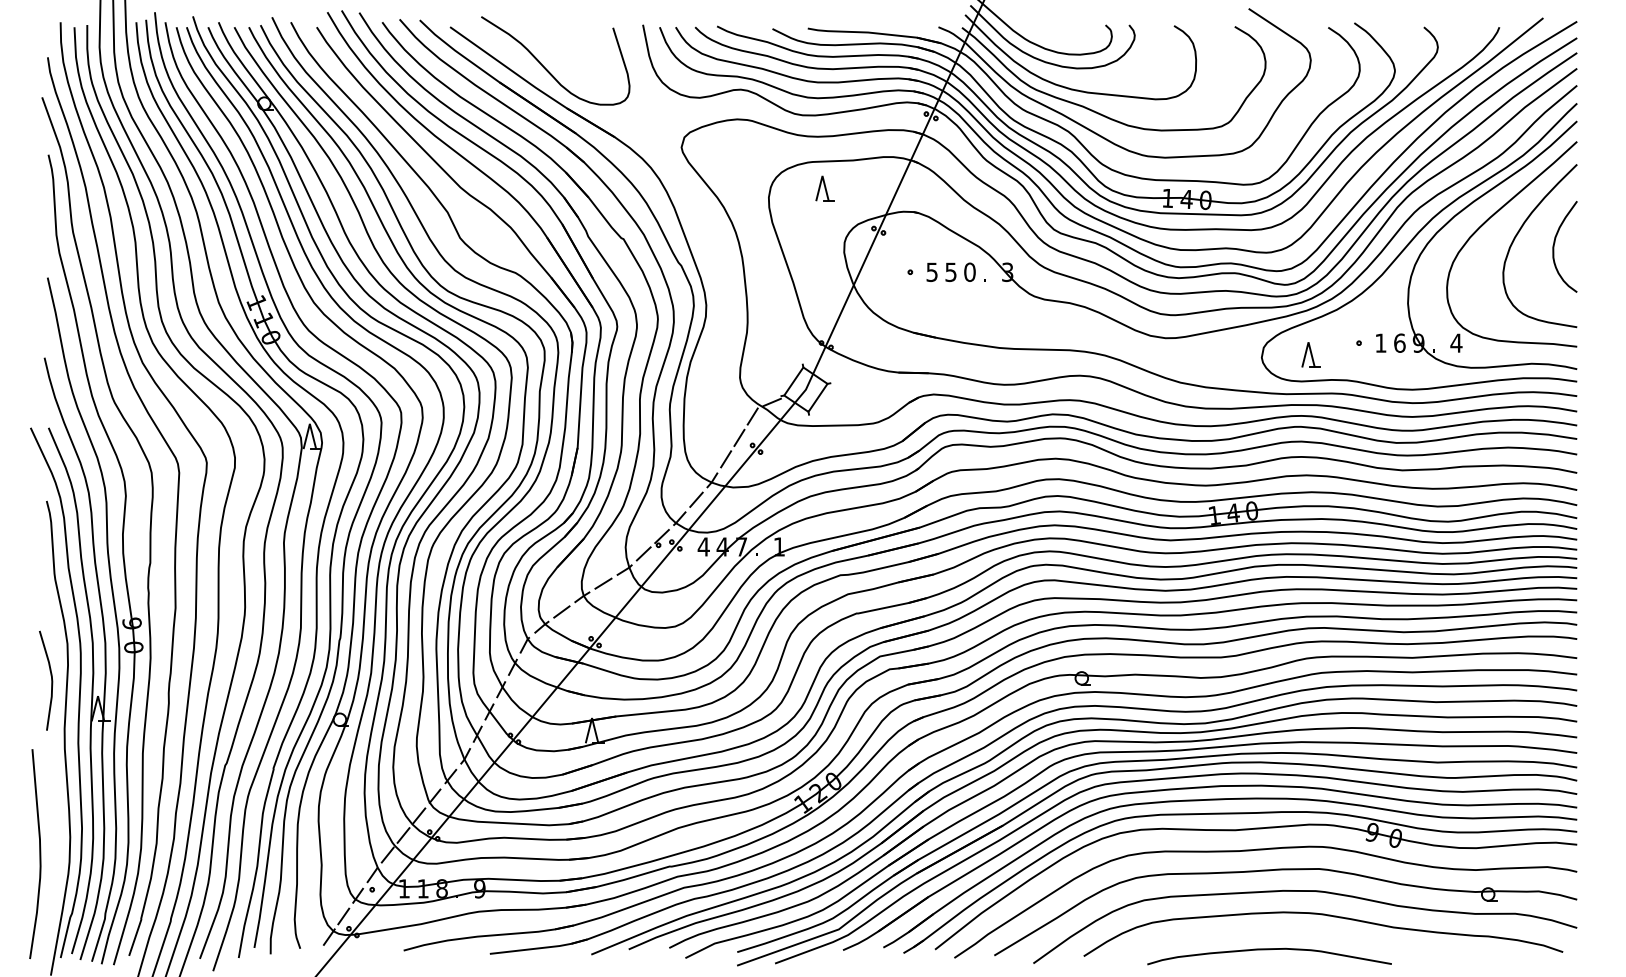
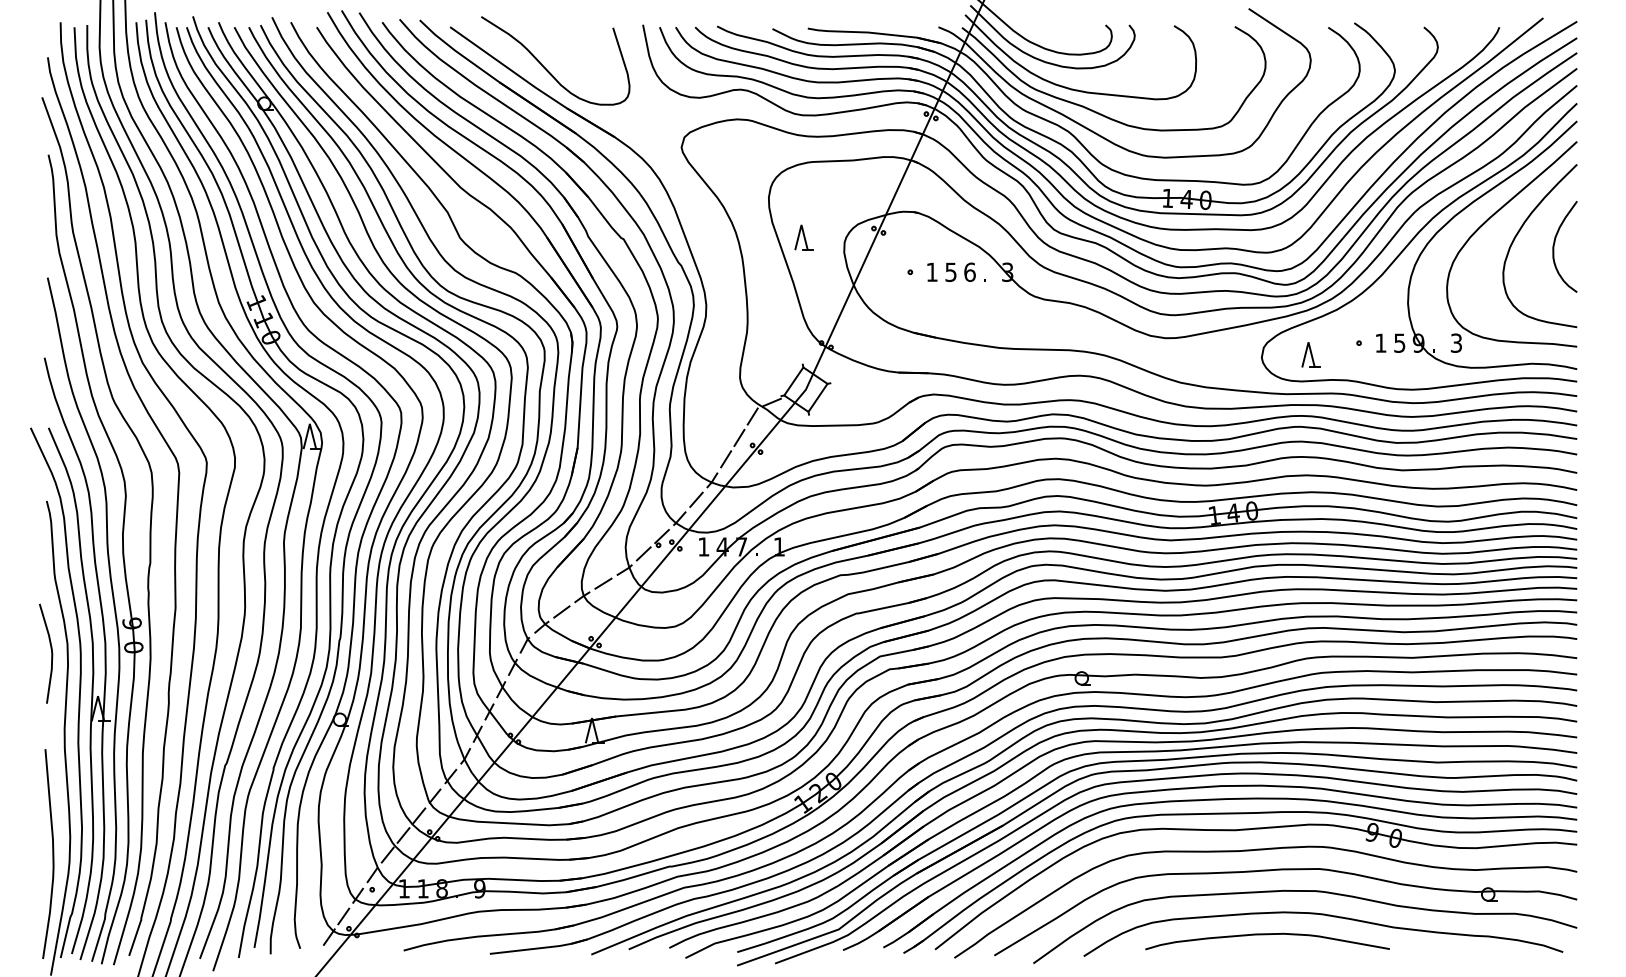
part at (824, 188) position: (824, 188) -> (803, 237)
text at (969, 271): 0 -> 6
text at (931, 272): 5 -> 1
text at (1399, 342): 6 -> 5
text at (1456, 342): 4 -> 3
text at (703, 546): 4 -> 1
curve at (51, 680) position: (51, 680) -> (51, 653)
curve at (39, 854) position: (39, 854) -> (52, 854)
curve at (1269, 950) position: (1269, 950) -> (1267, 935)
